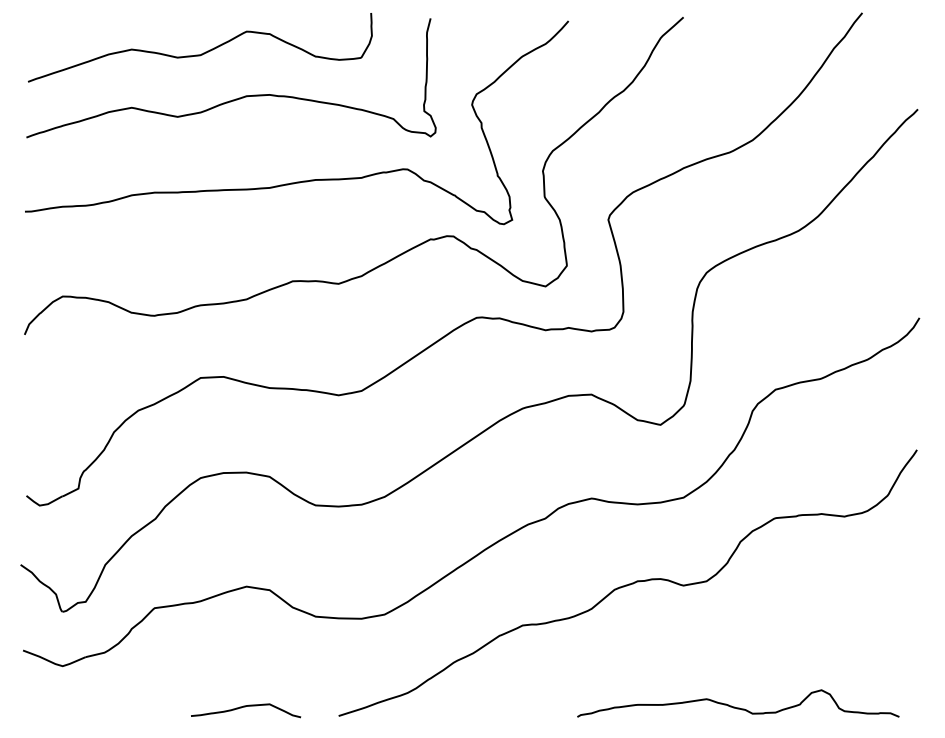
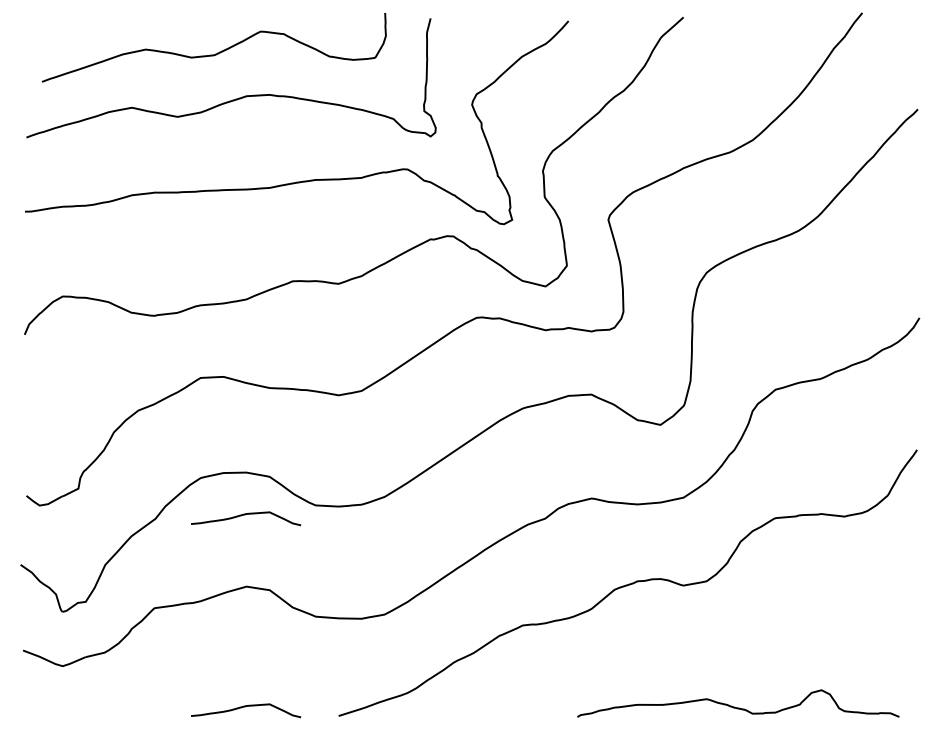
curve at (203, 52) position: (203, 52) -> (217, 52)
curve at (245, 515): none -> present
